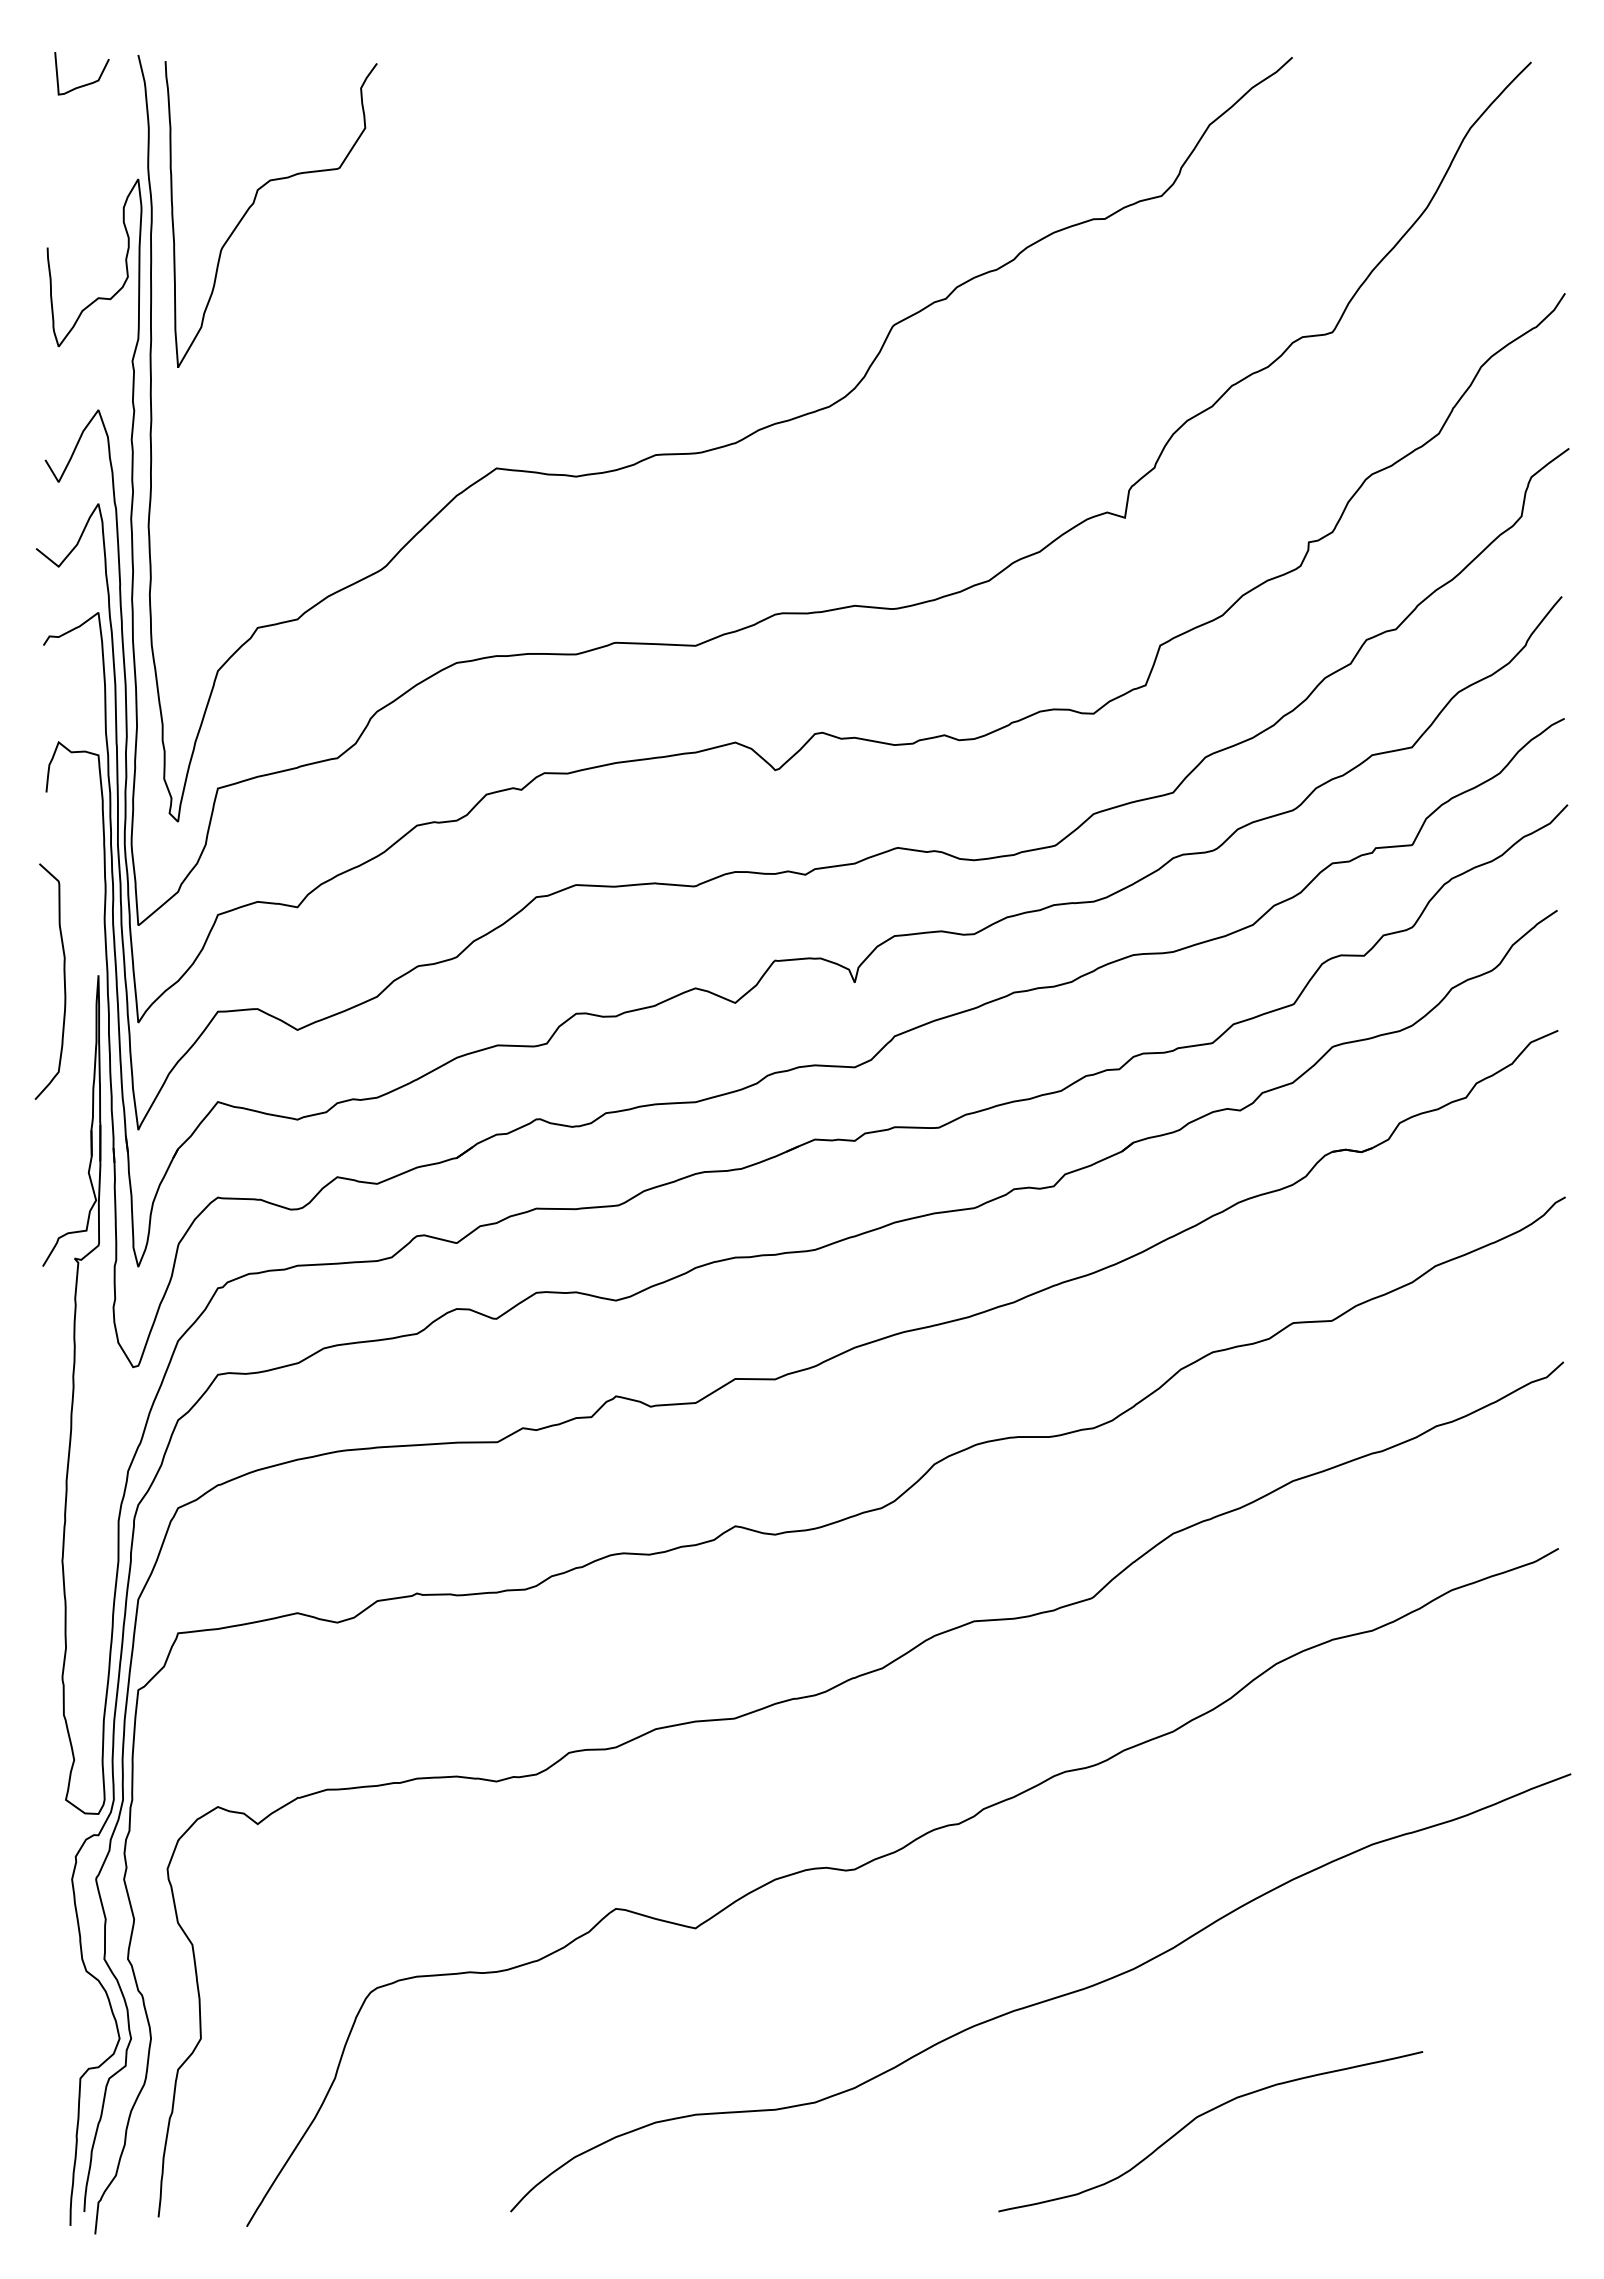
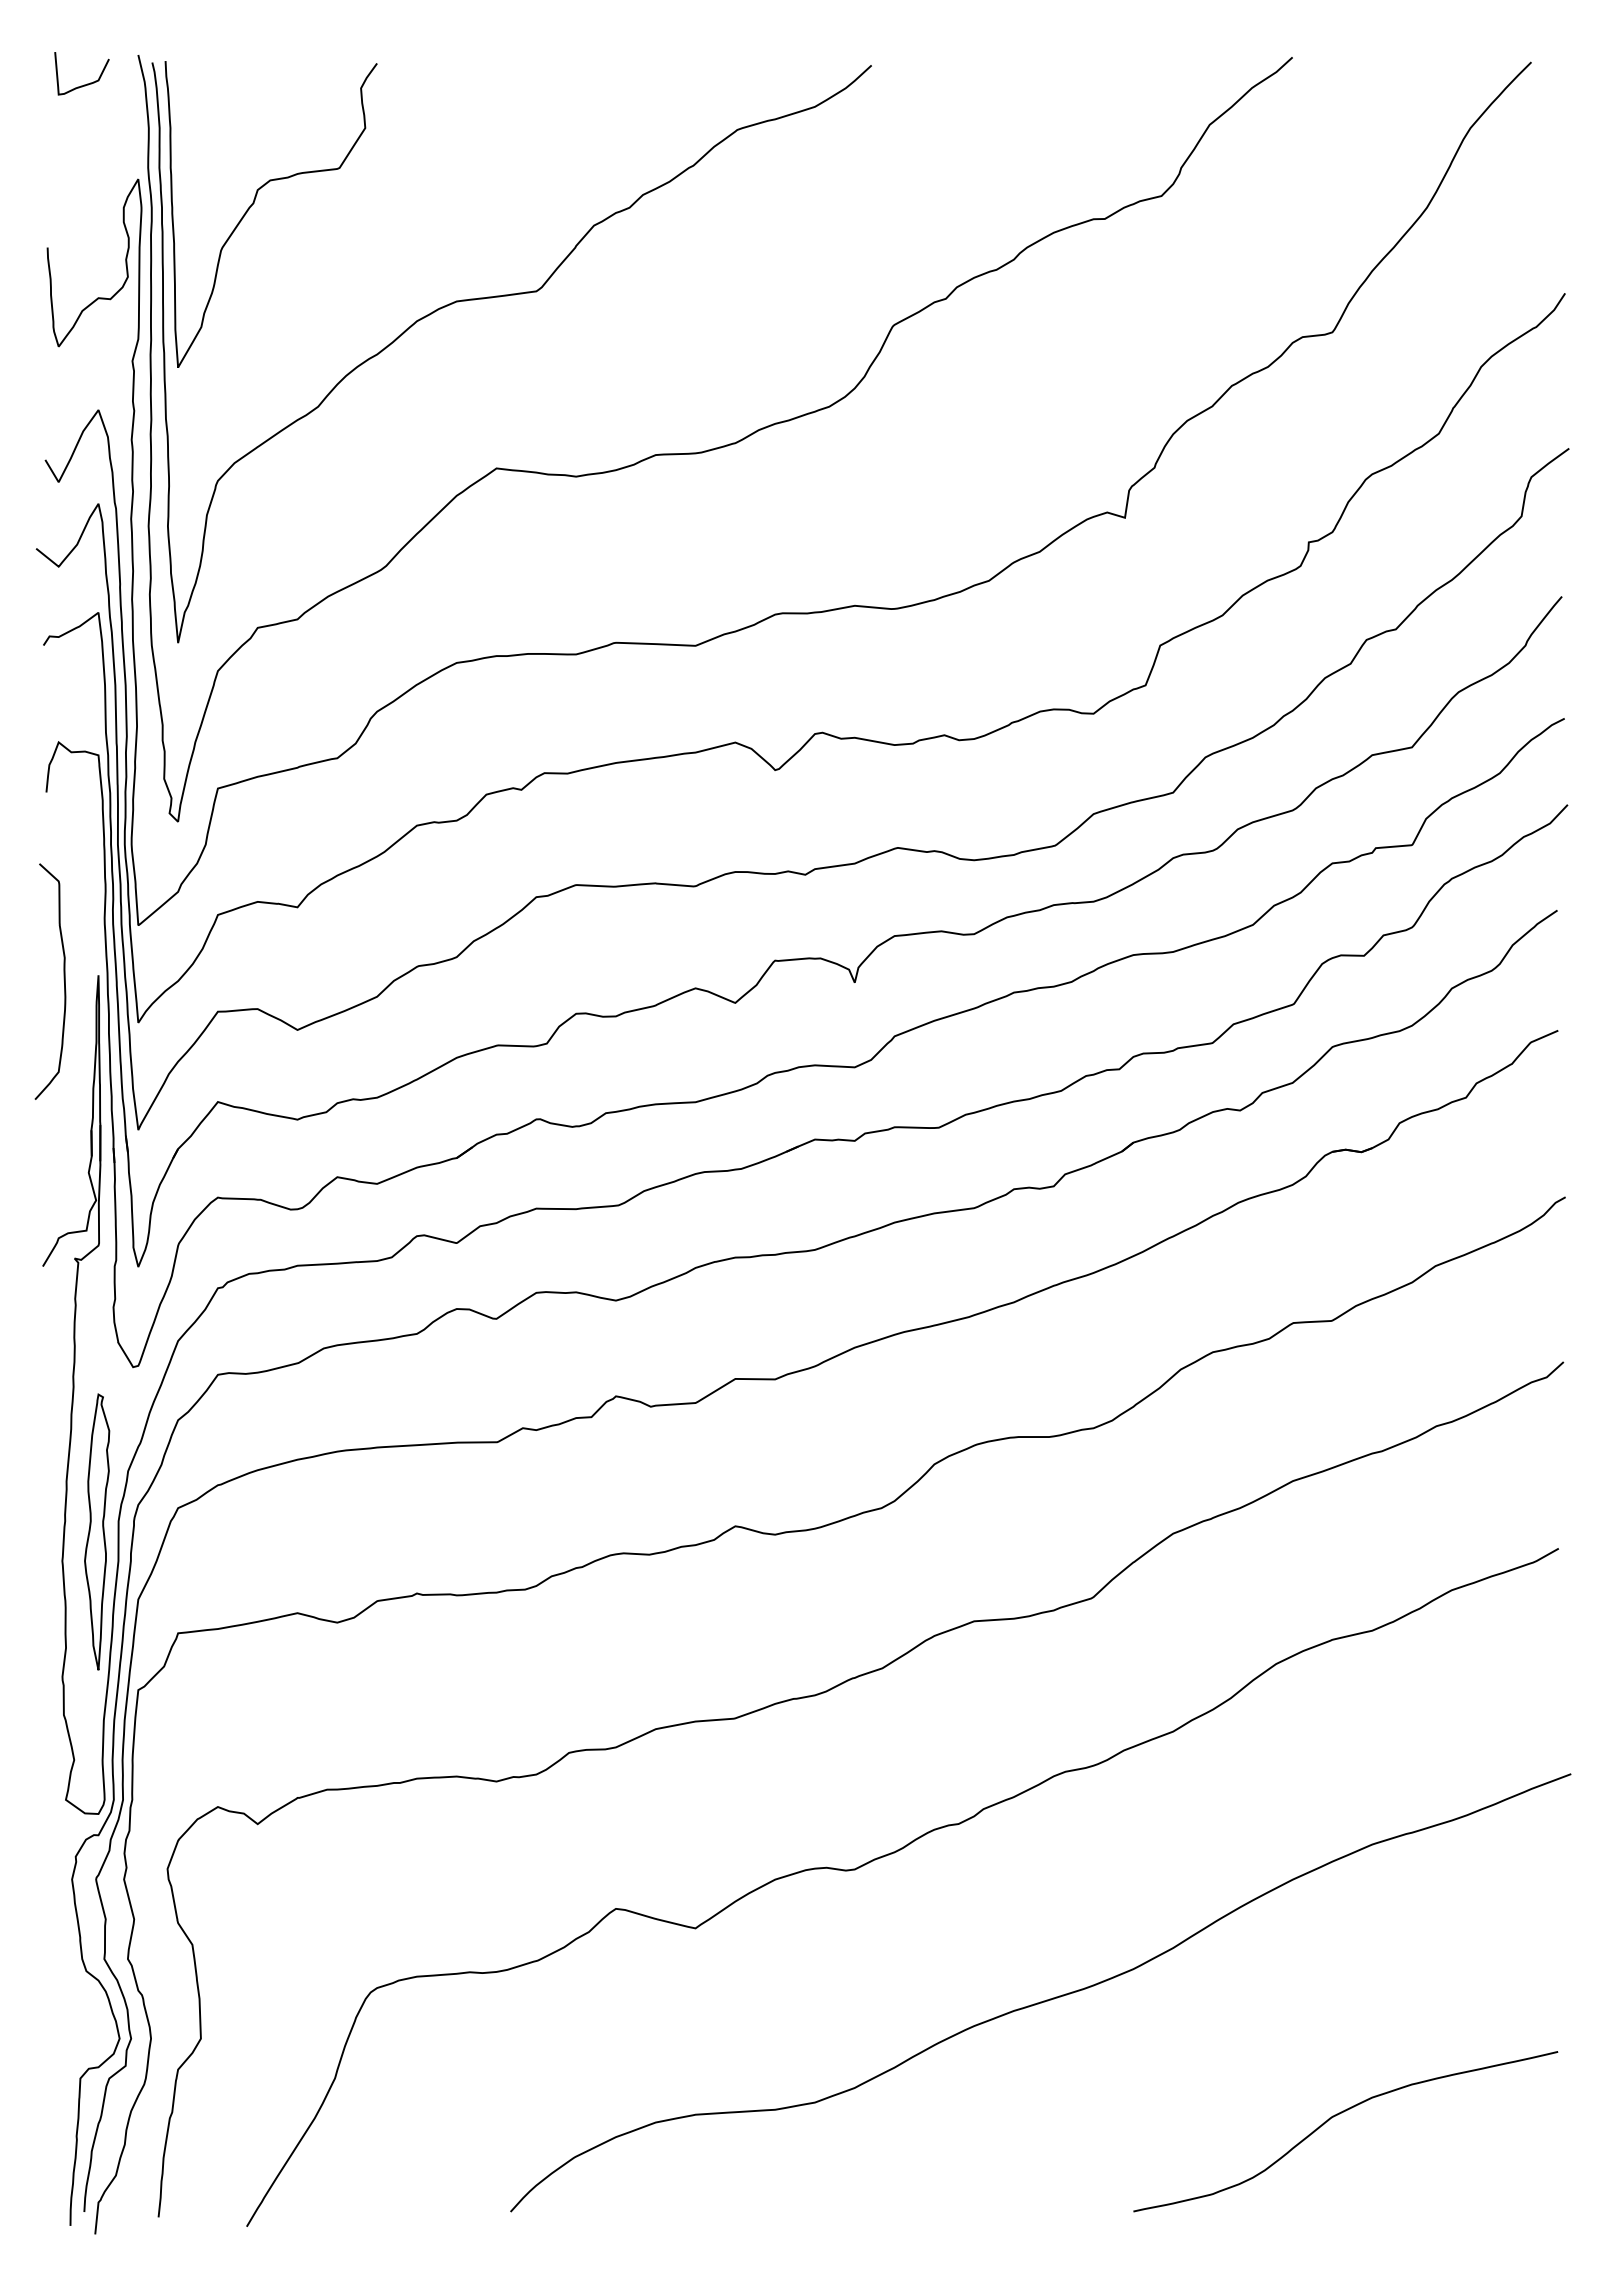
curve at (508, 296): none -> present
part at (97, 1531): none -> present
curve at (1202, 2115) position: (1202, 2115) -> (1337, 2115)
